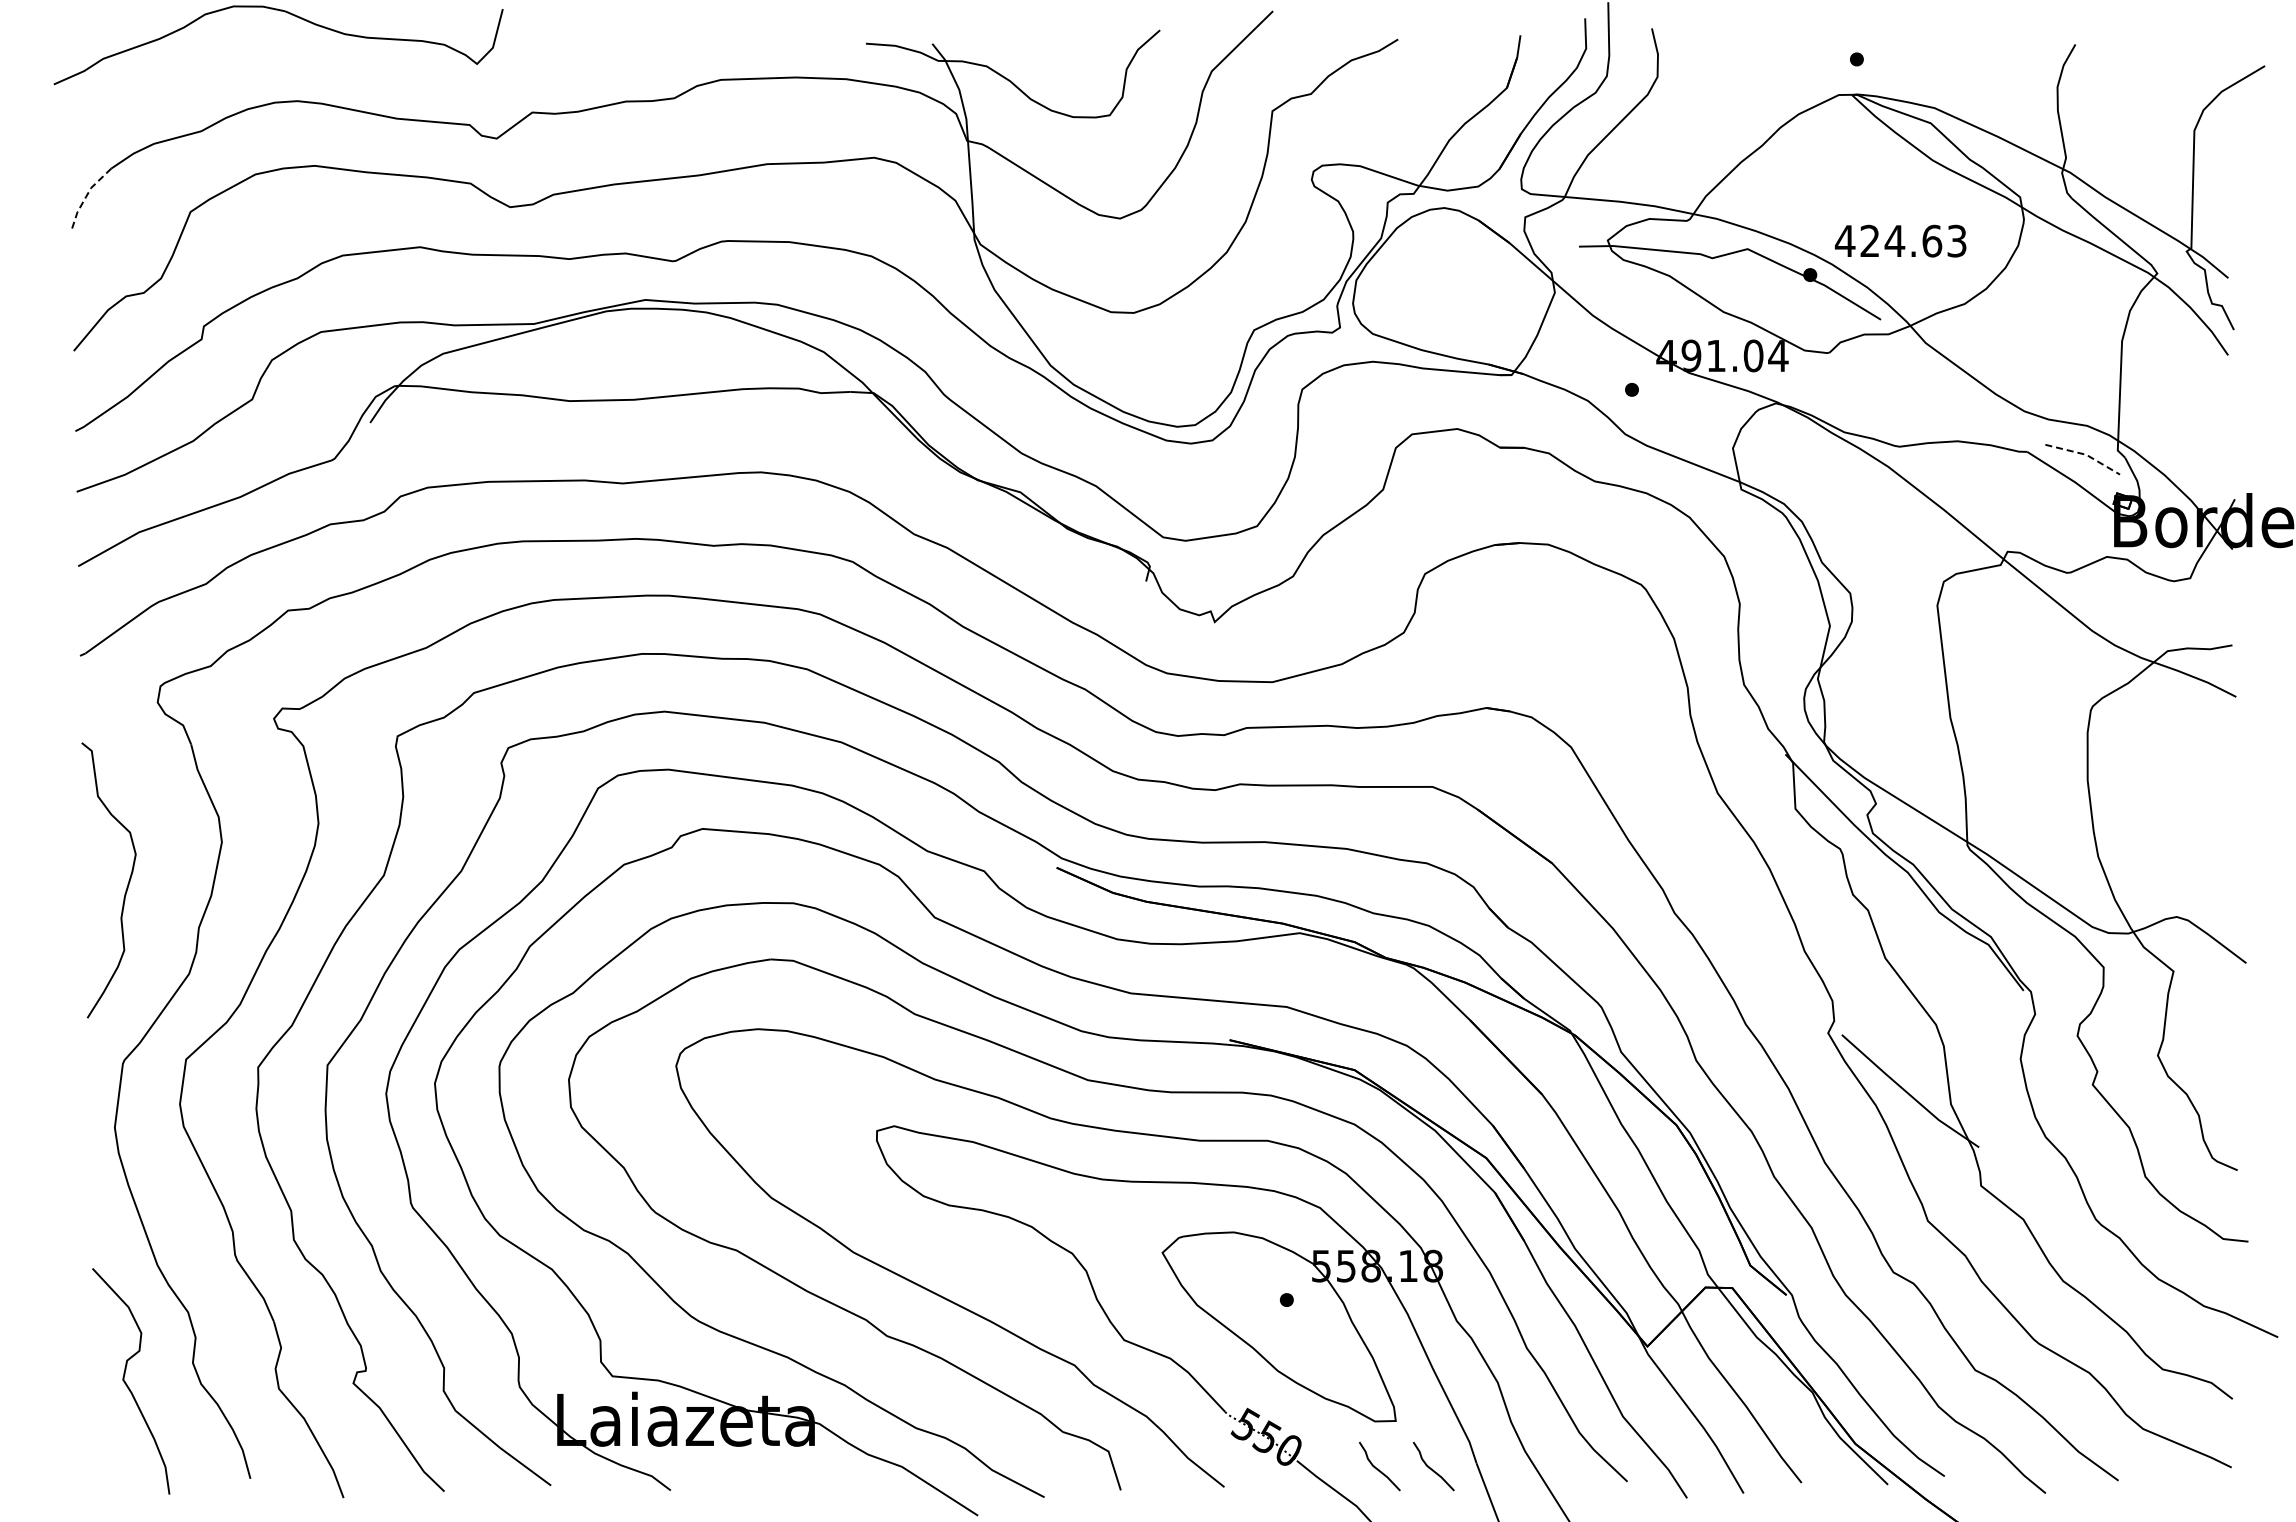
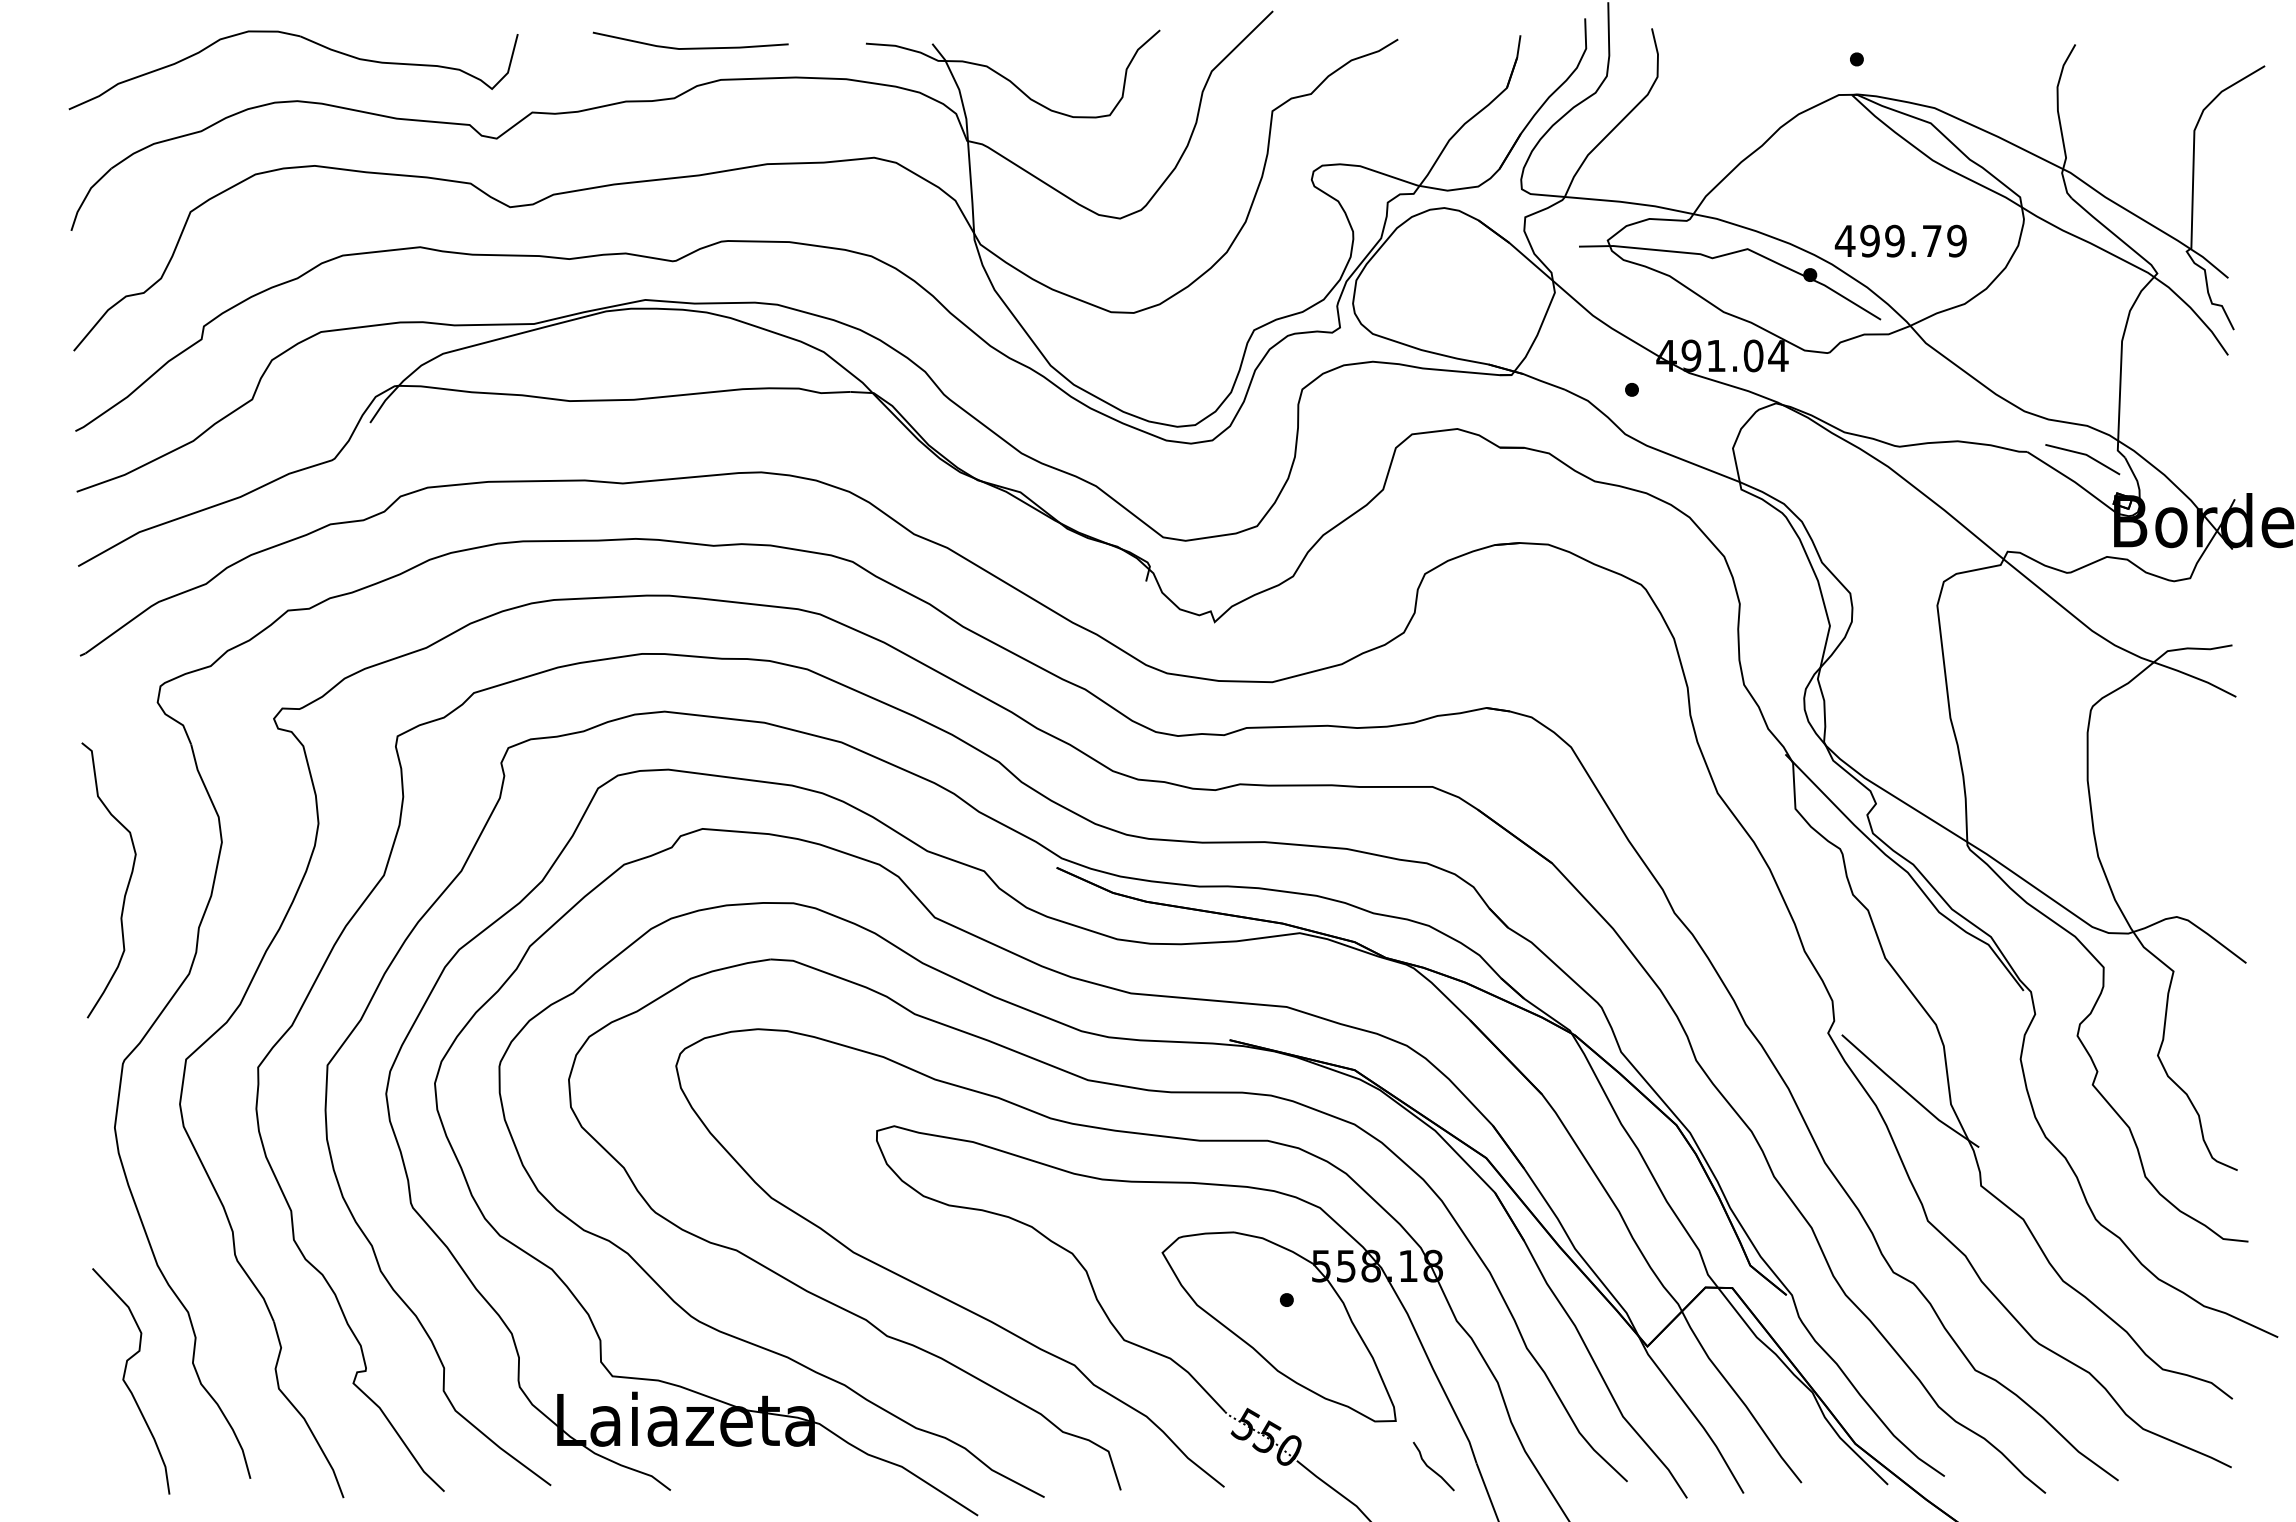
part at (289, 14) position: (289, 14) -> (304, 39)
line at (690, 47): none -> present
line at (86, 196): dashed -> solid
text at (1913, 240): 424.63 -> 499.79
line at (2085, 454): dashed -> solid
curve at (1378, 1468): present -> none
